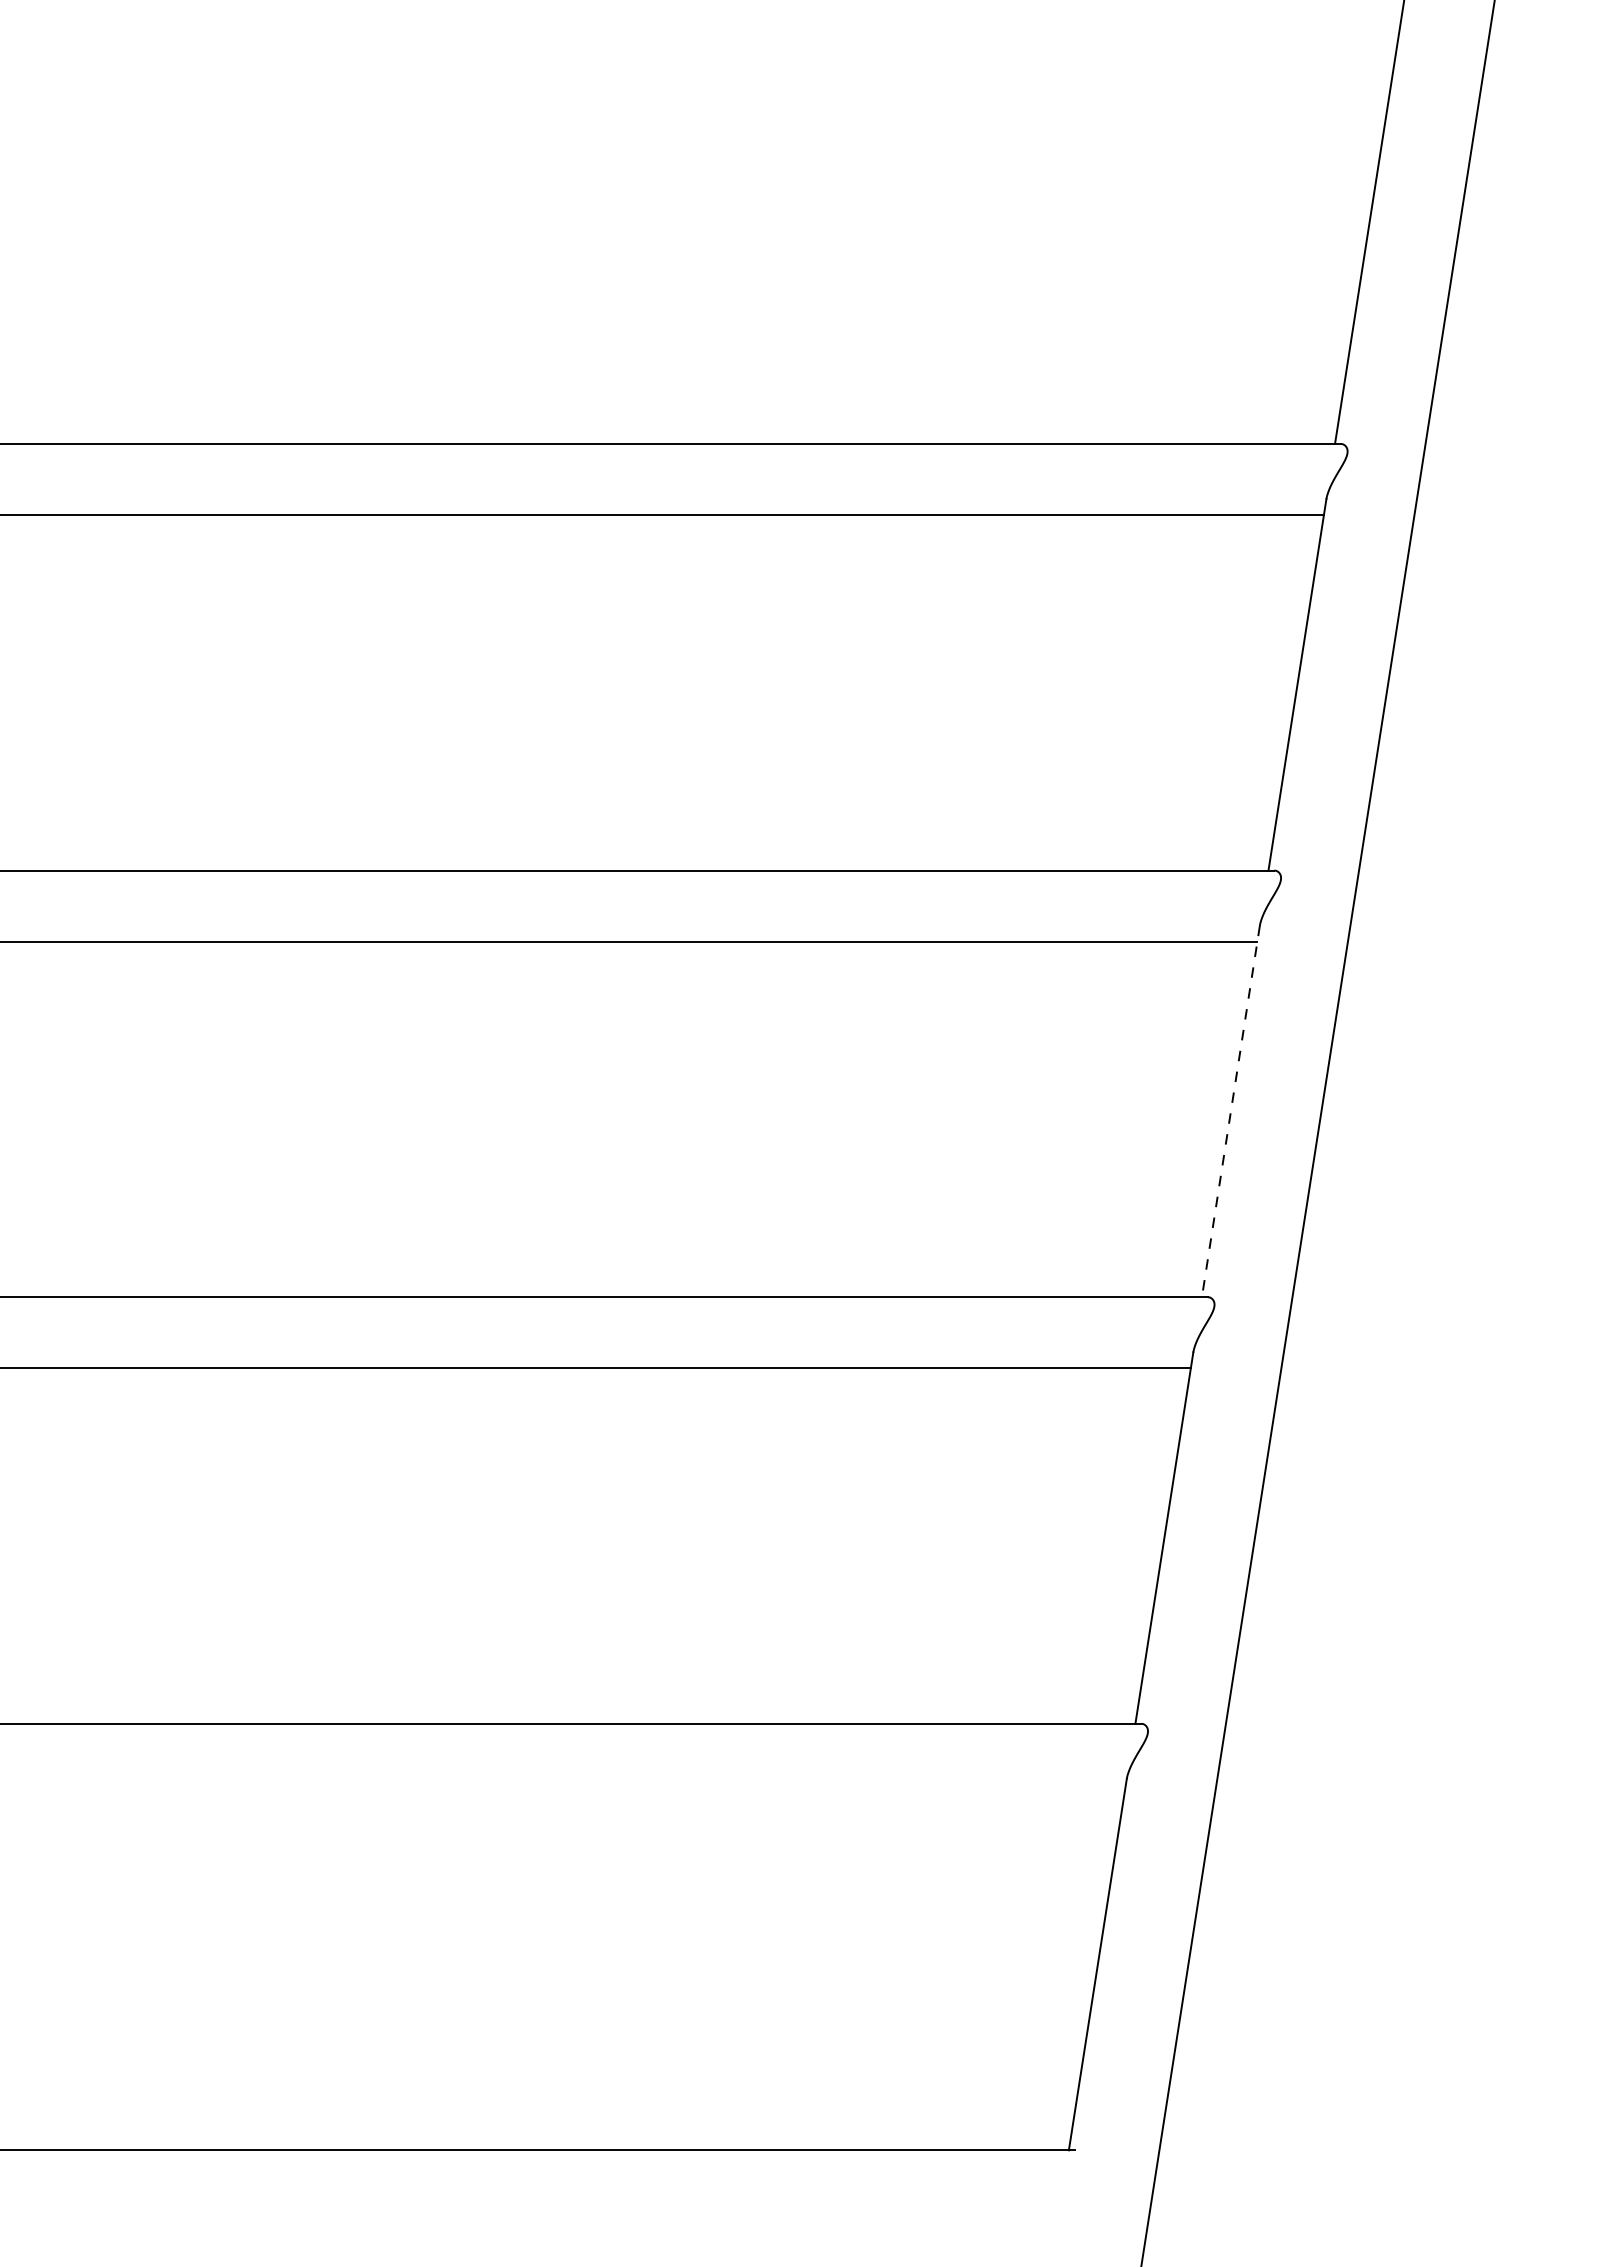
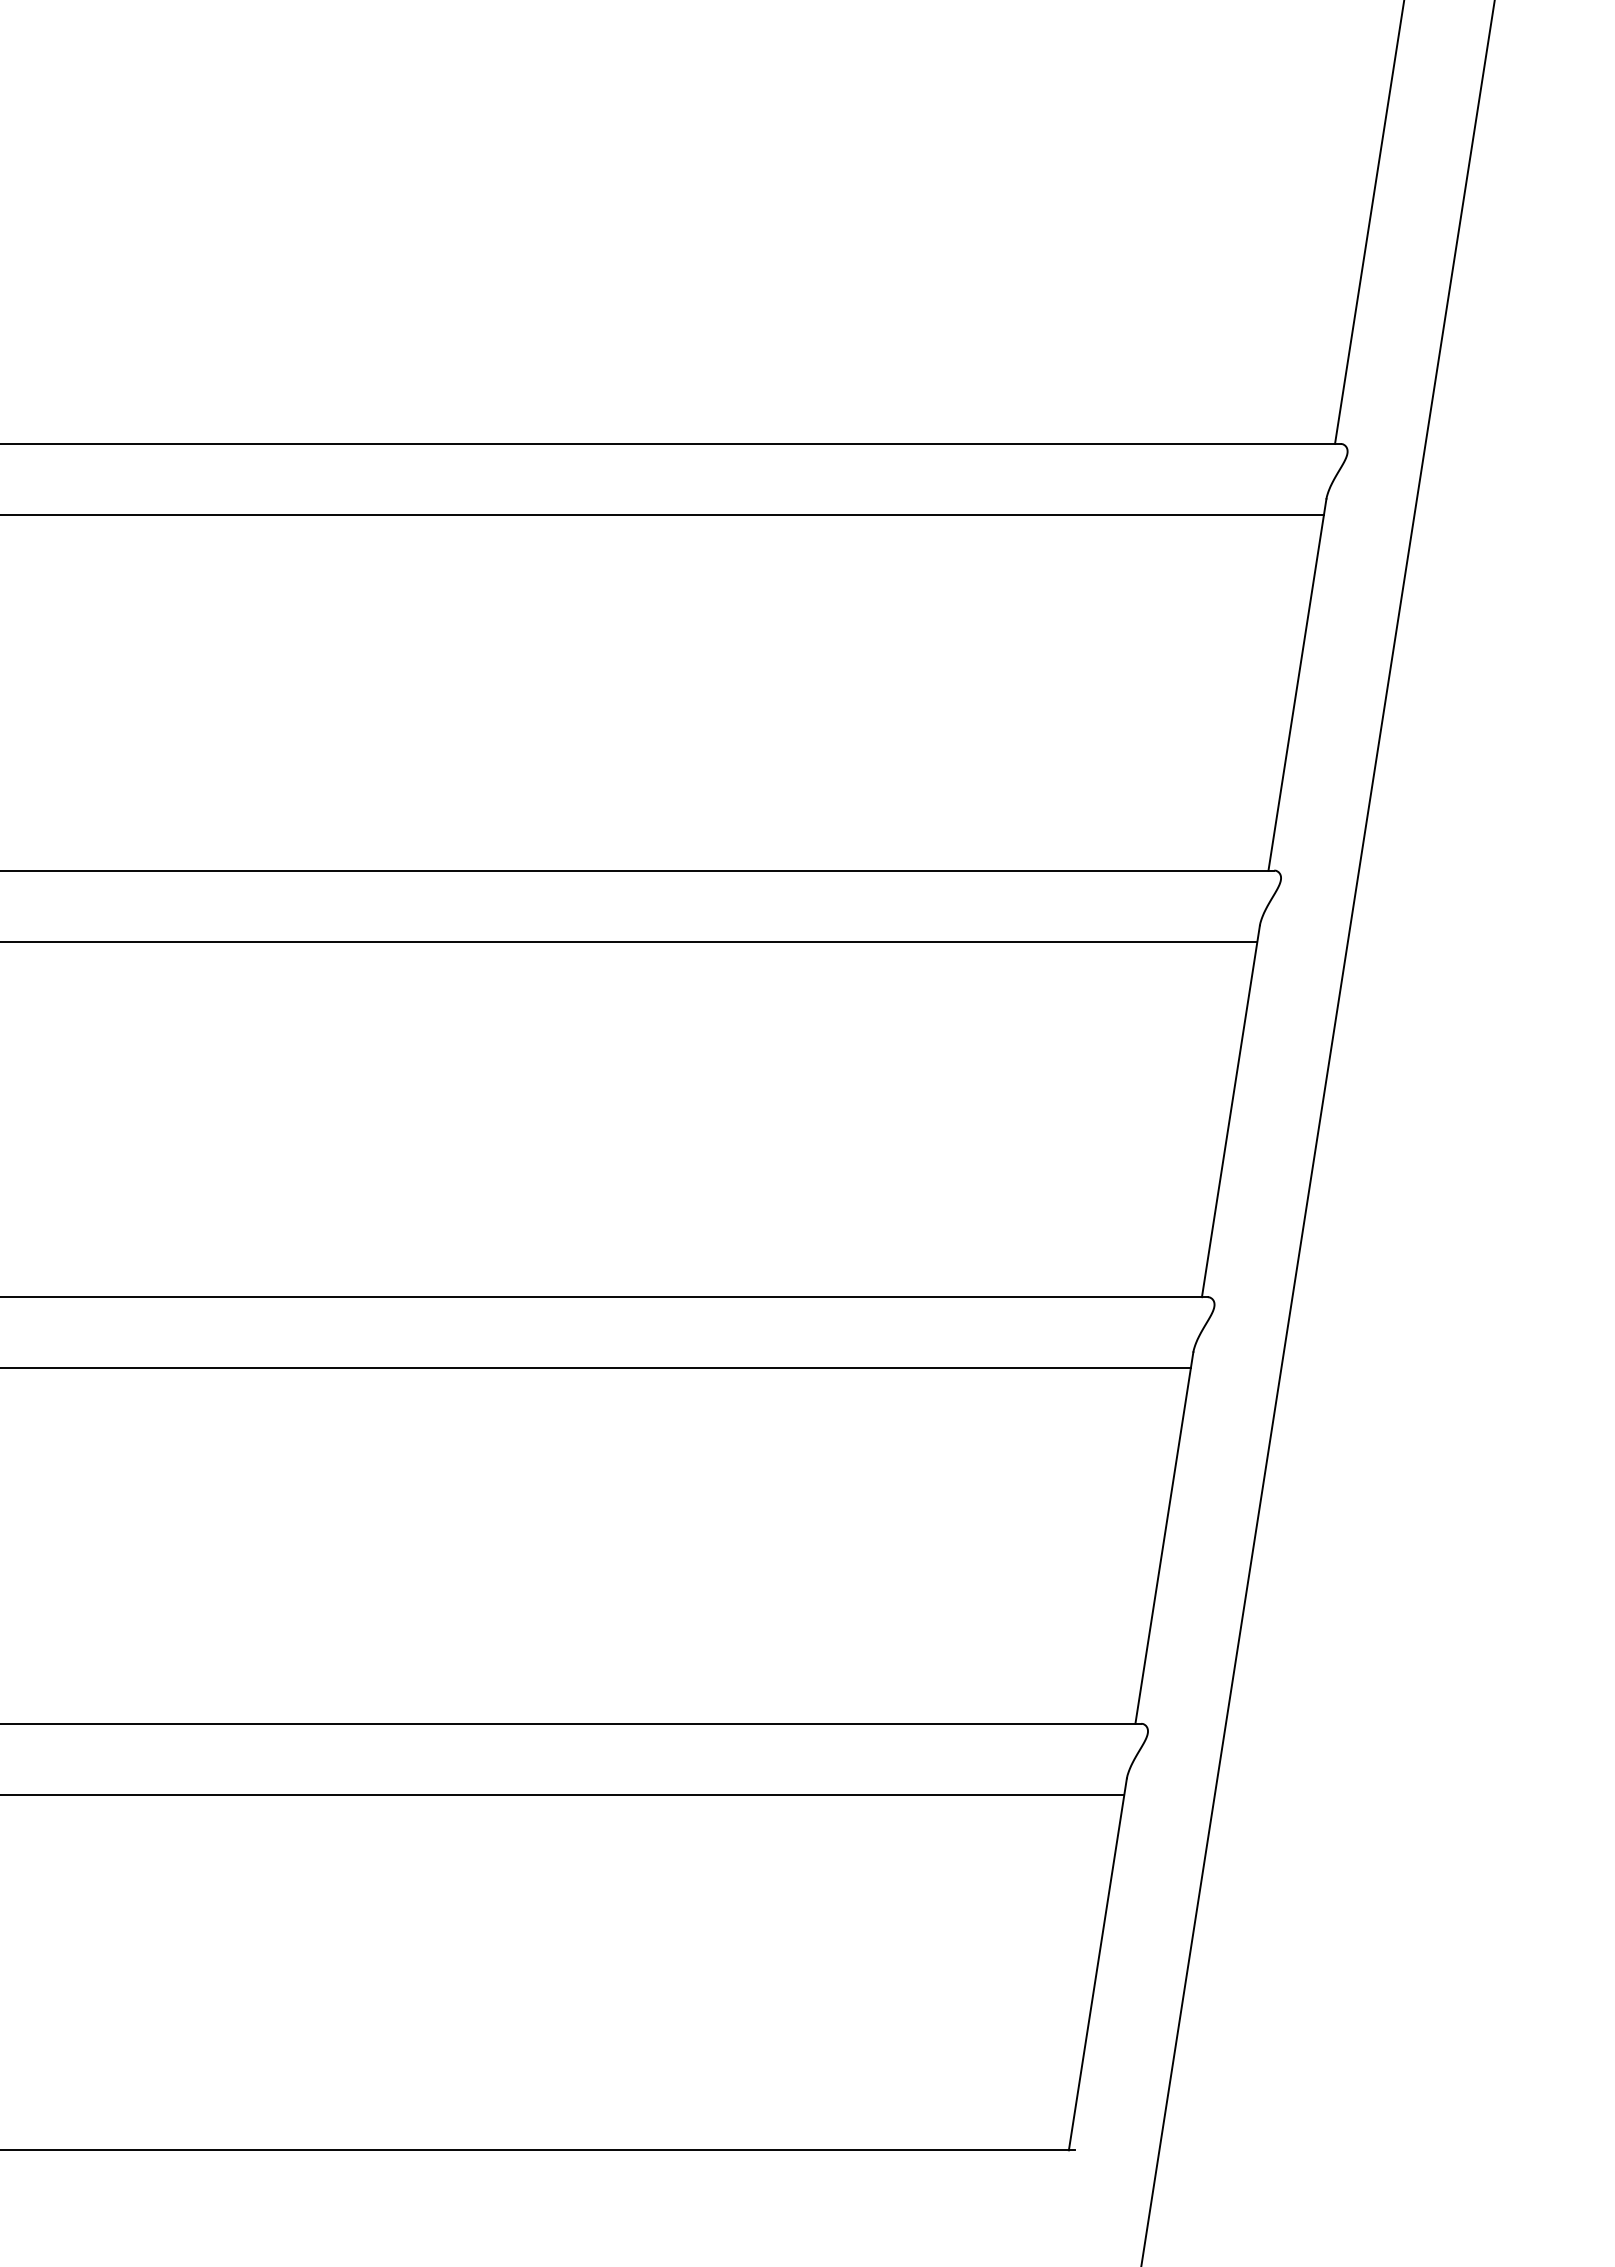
line at (1230, 1111): dashed -> solid
line at (563, 1794): none -> present
